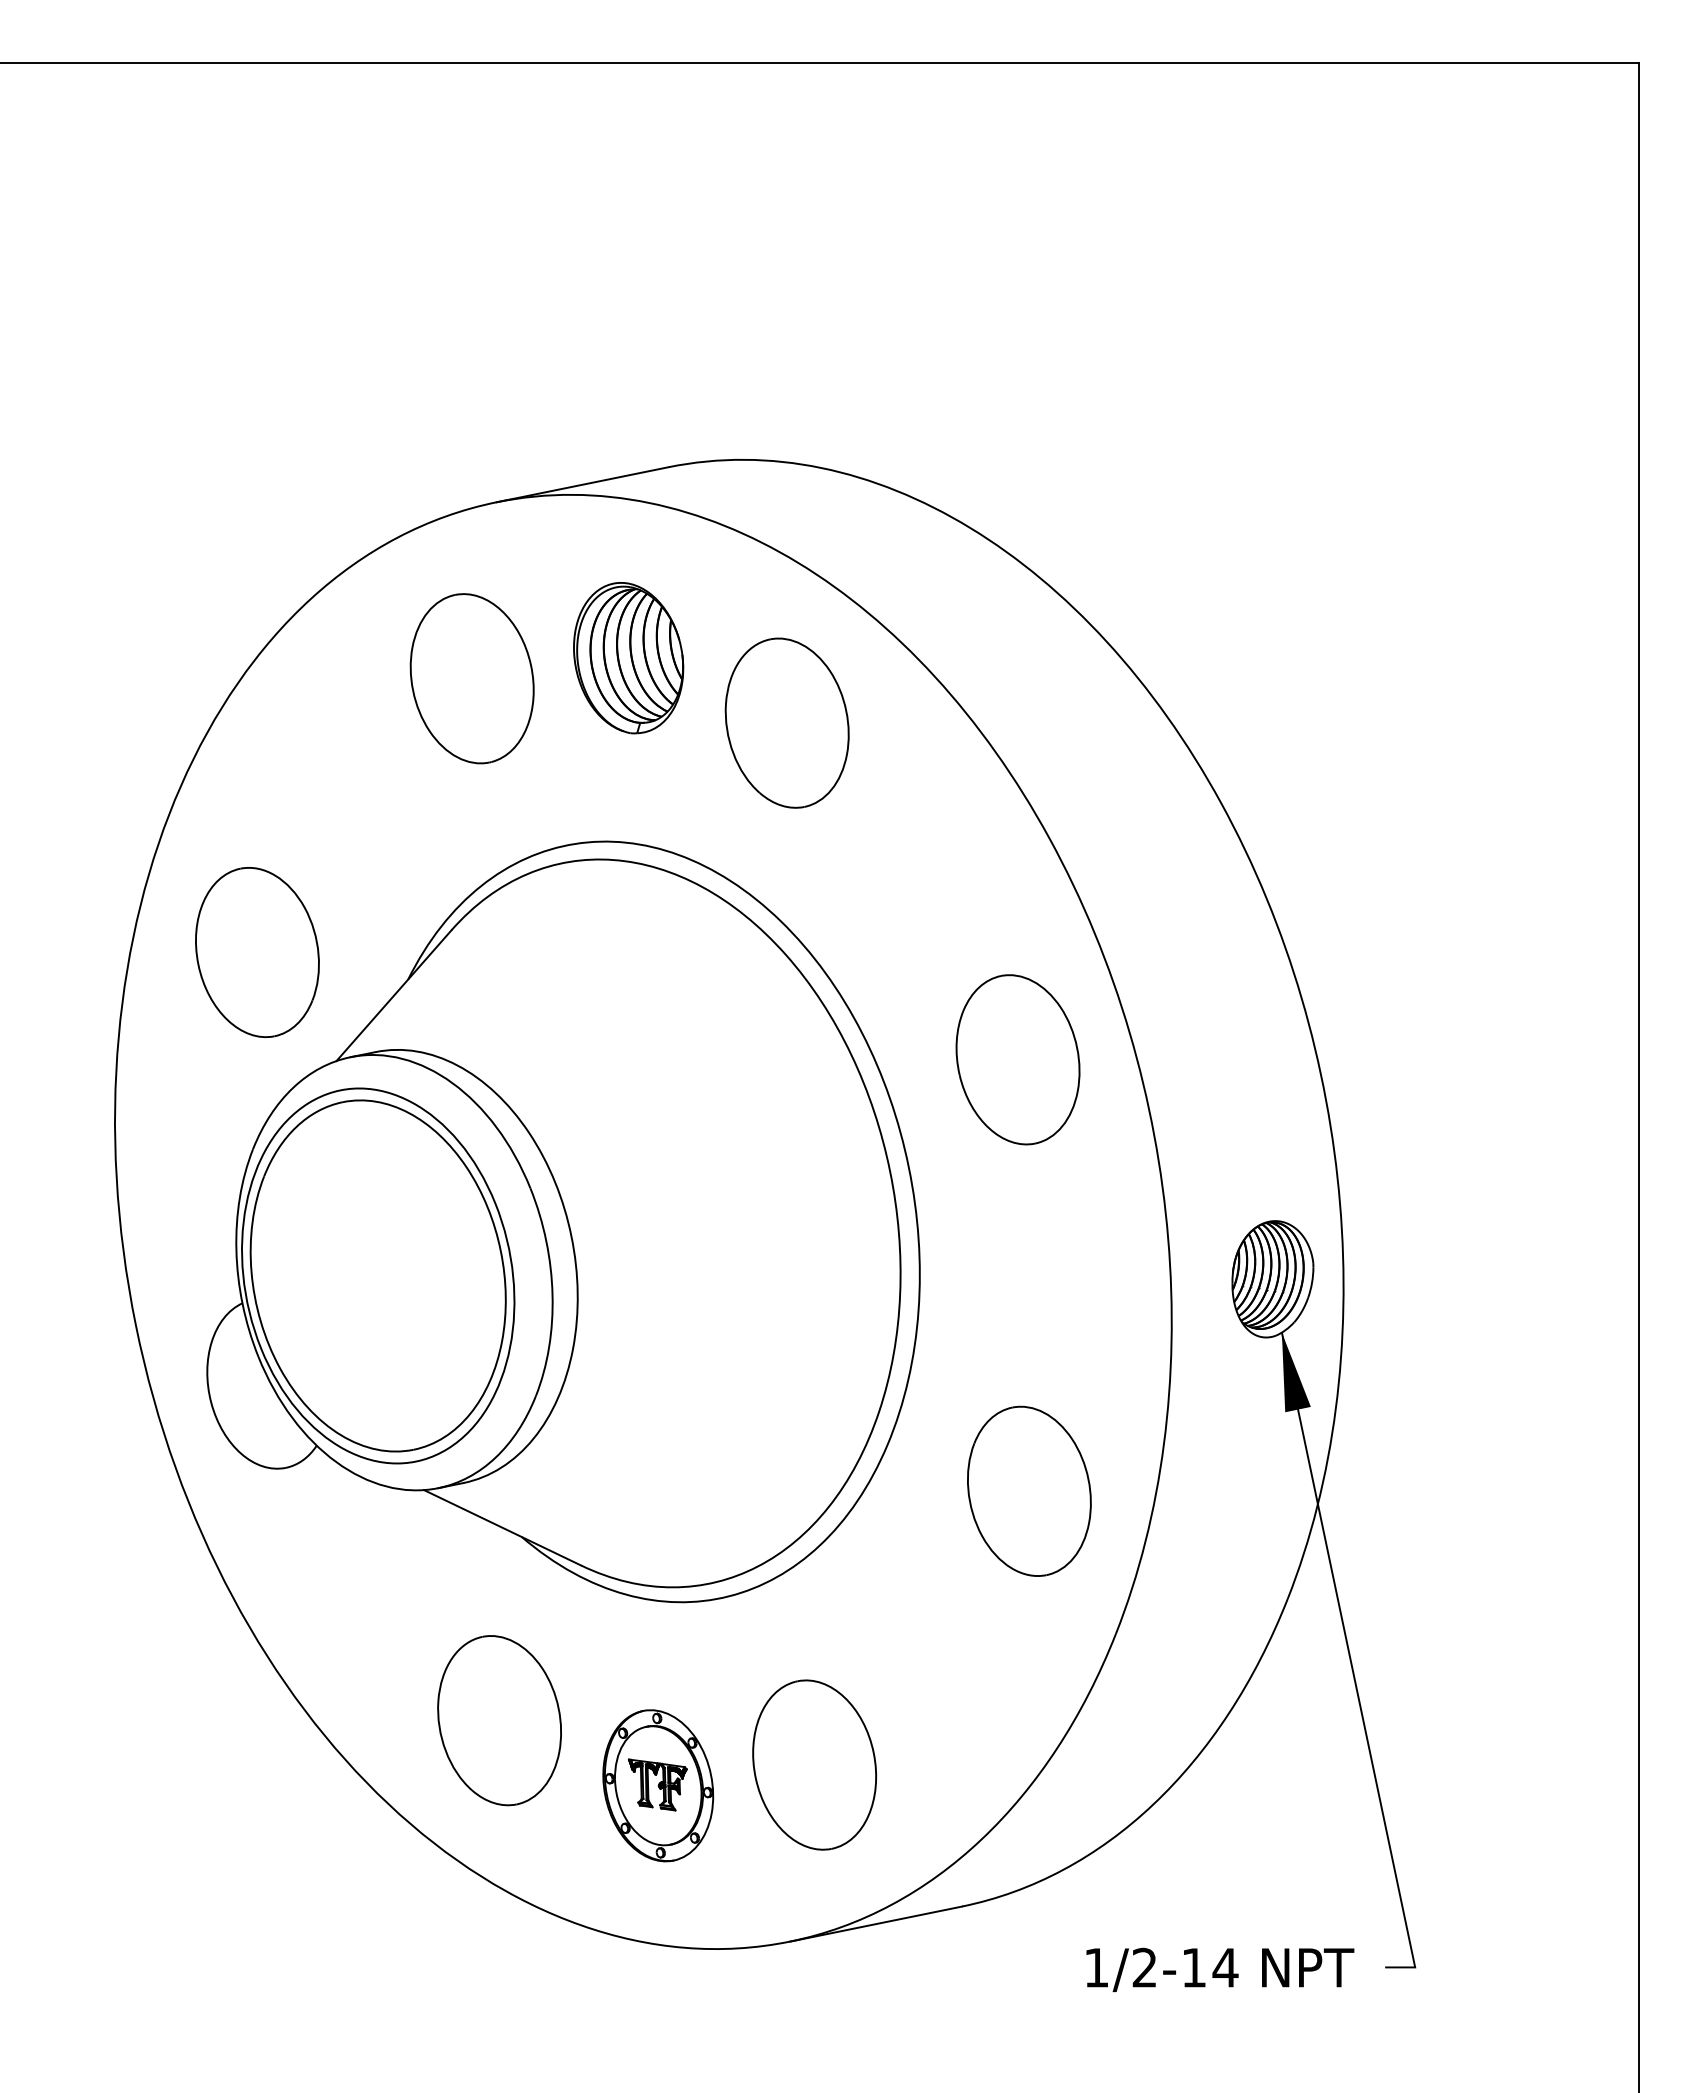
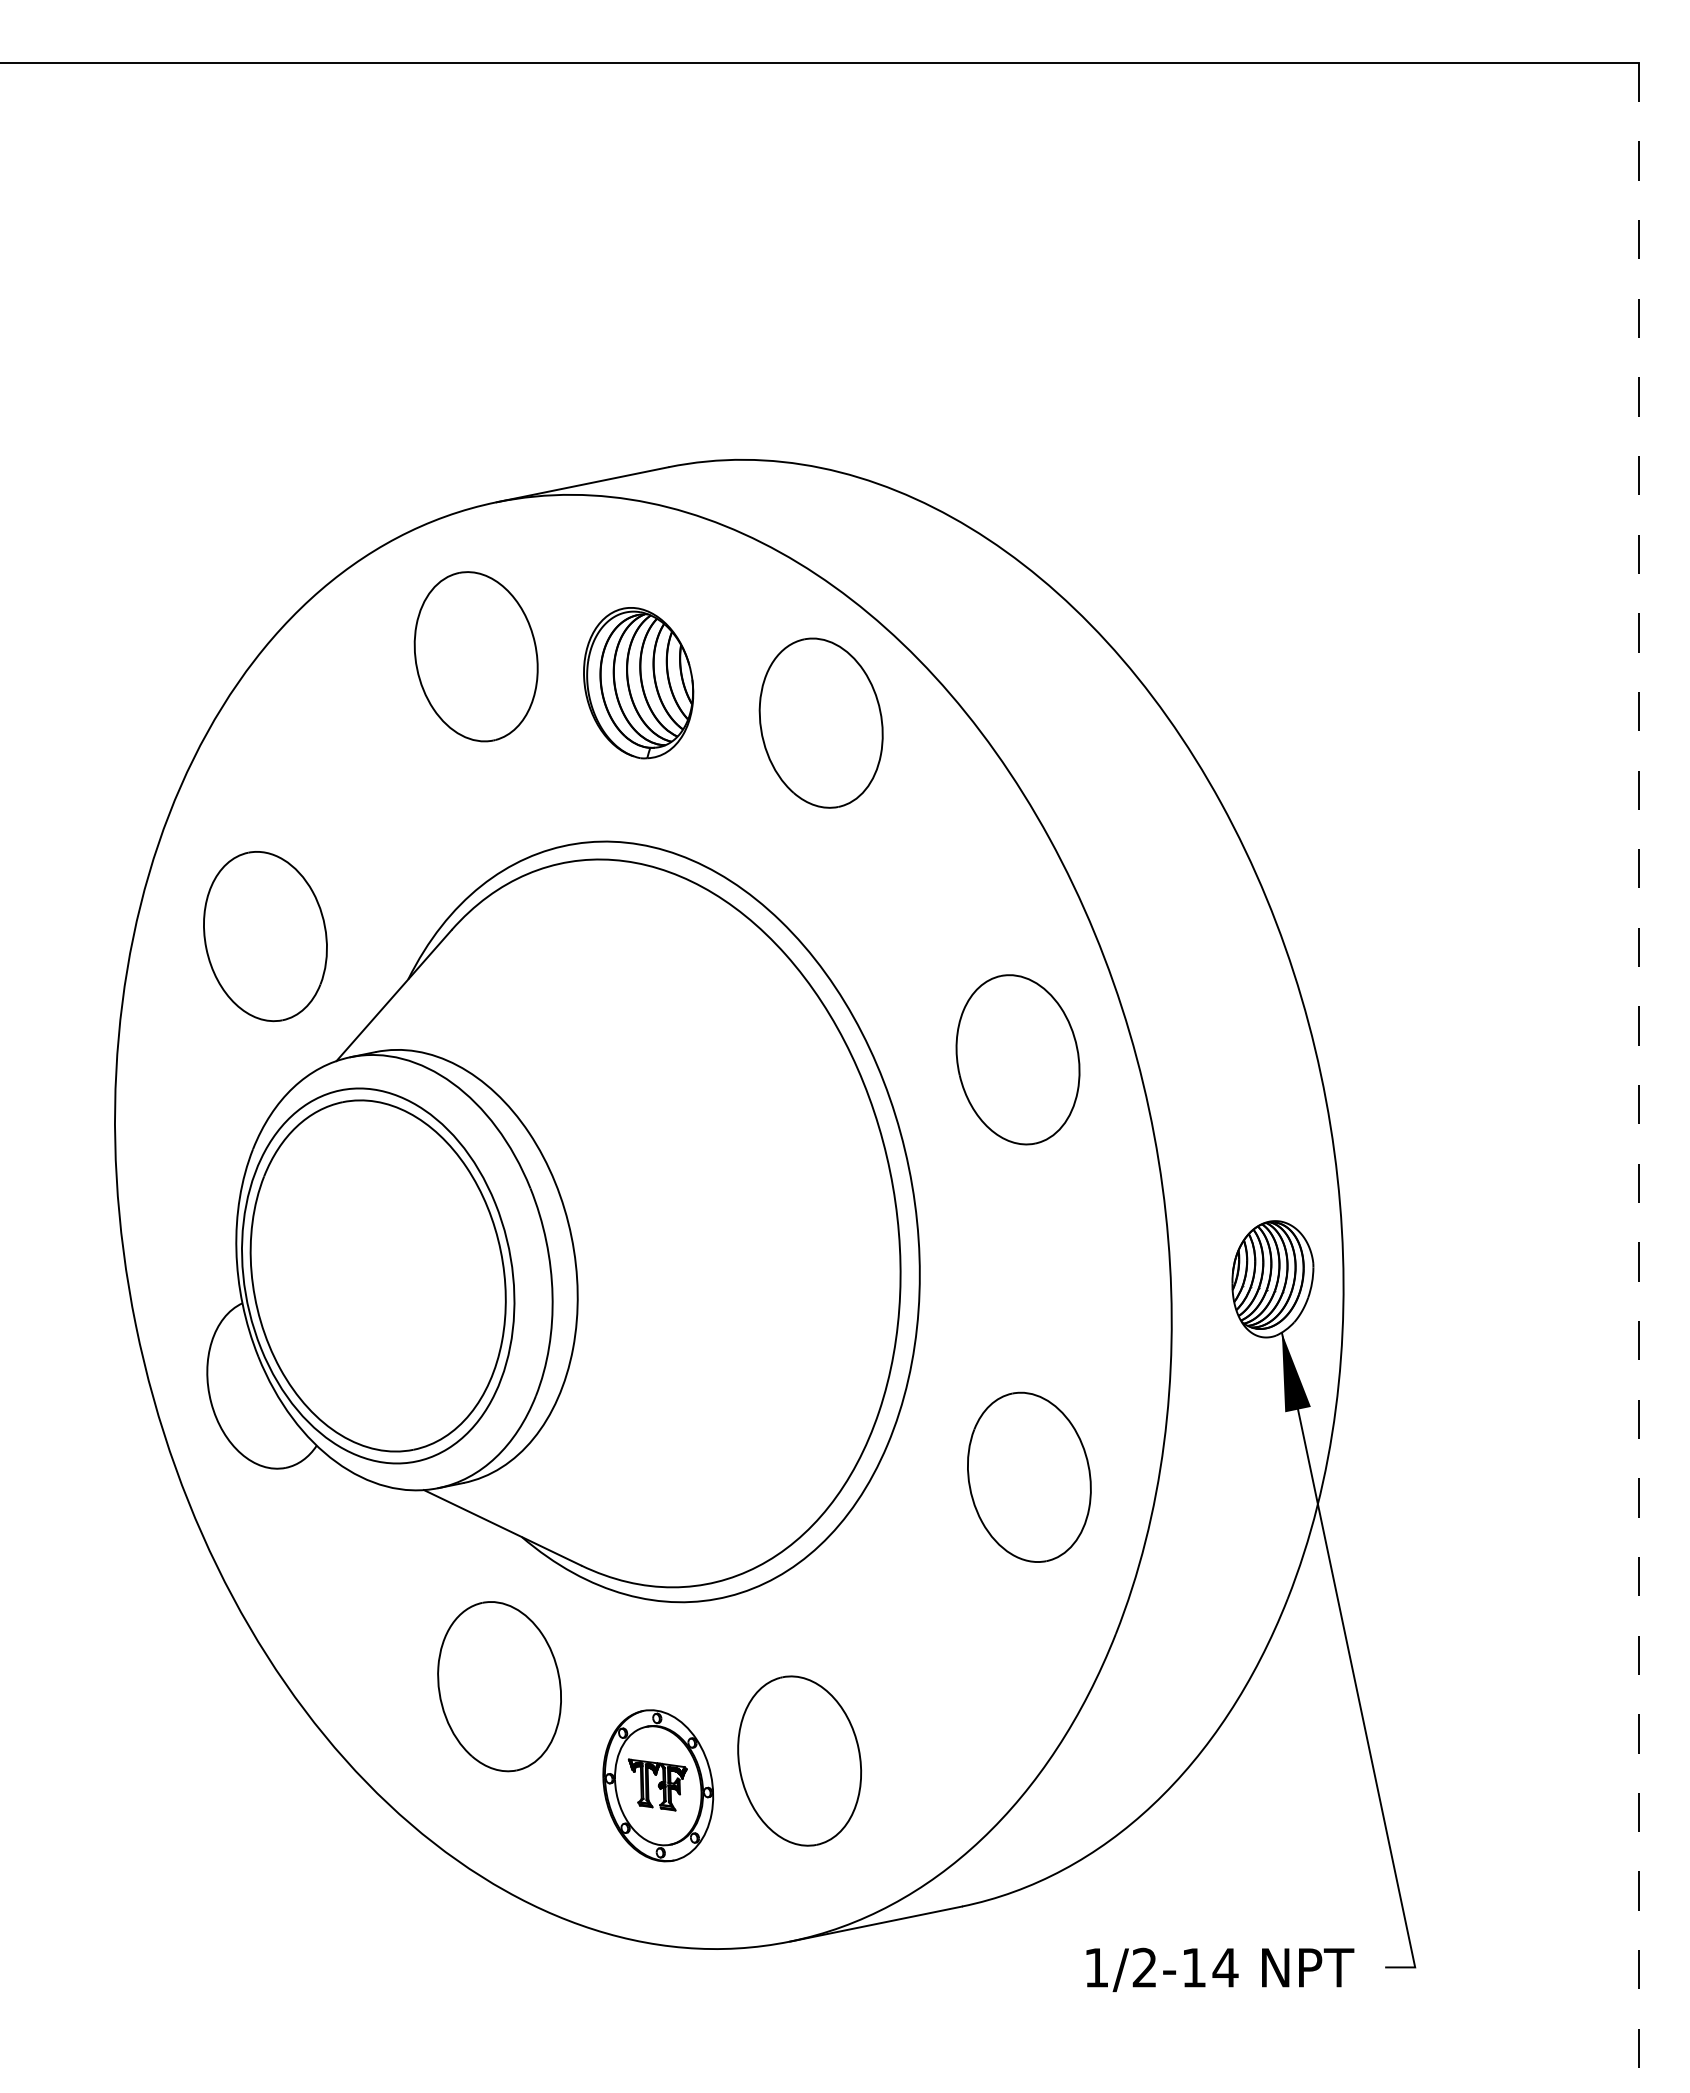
part at (628, 658) position: (628, 658) -> (638, 683)
part at (471, 678) position: (471, 678) -> (475, 656)
part at (786, 722) position: (786, 722) -> (820, 722)
part at (257, 952) position: (257, 952) -> (265, 936)
line at (1639, 1077): solid -> dashed
part at (1029, 1490) position: (1029, 1490) -> (1029, 1476)
part at (499, 1720) position: (499, 1720) -> (499, 1686)
part at (814, 1764) position: (814, 1764) -> (799, 1760)
